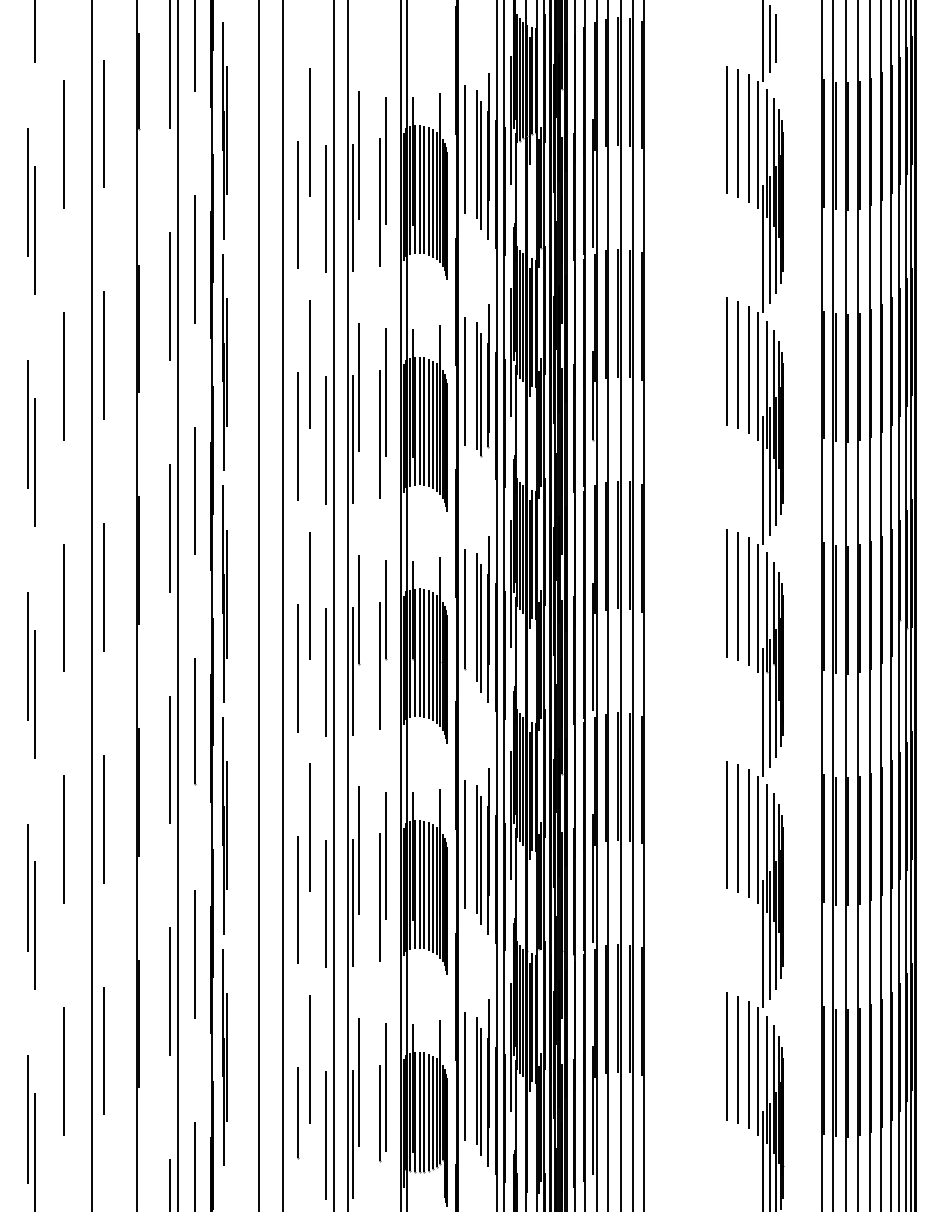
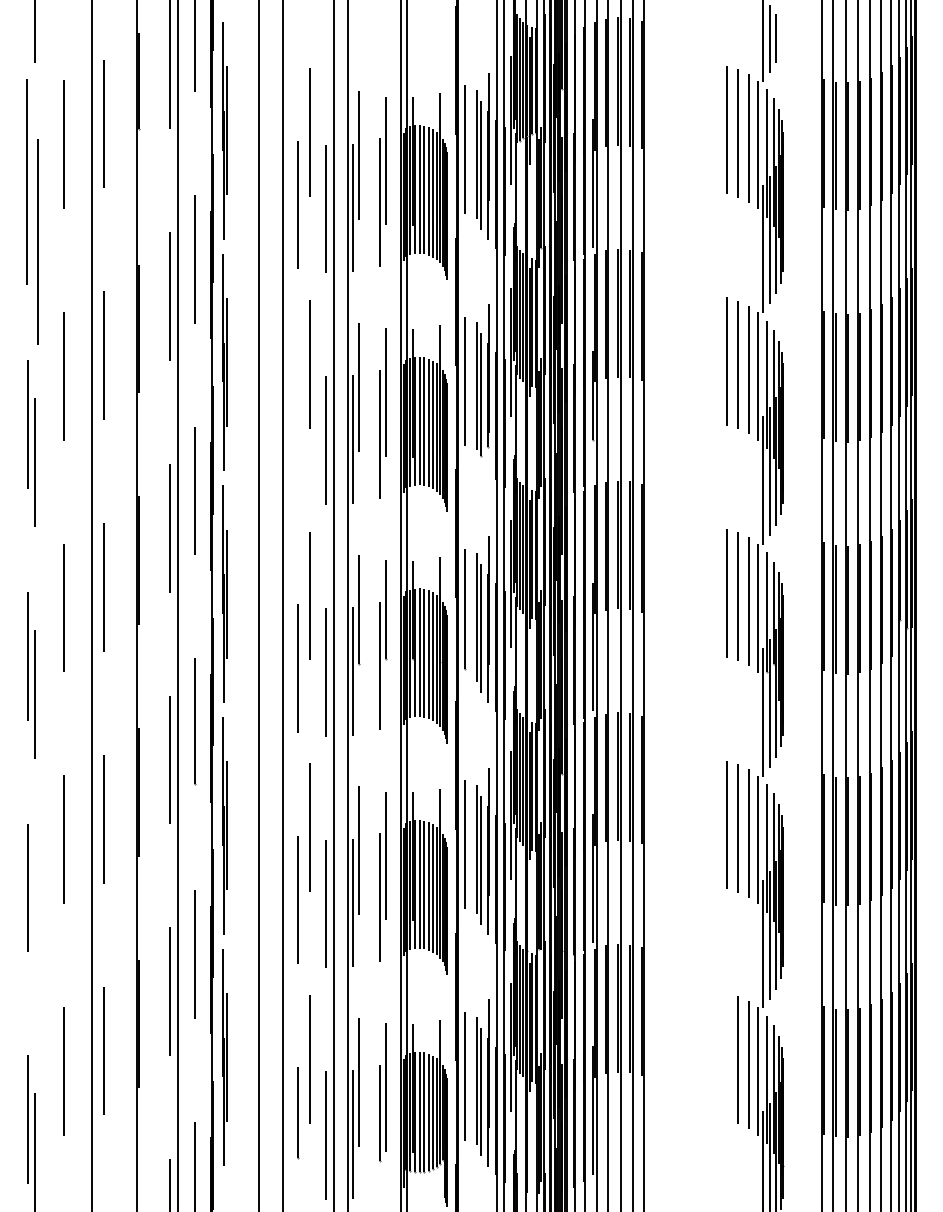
part at (31, 211) size: 9x167 px -> 13x266 px
line at (298, 436): present -> none
line at (35, 925): present -> none
line at (726, 1056): present -> none
